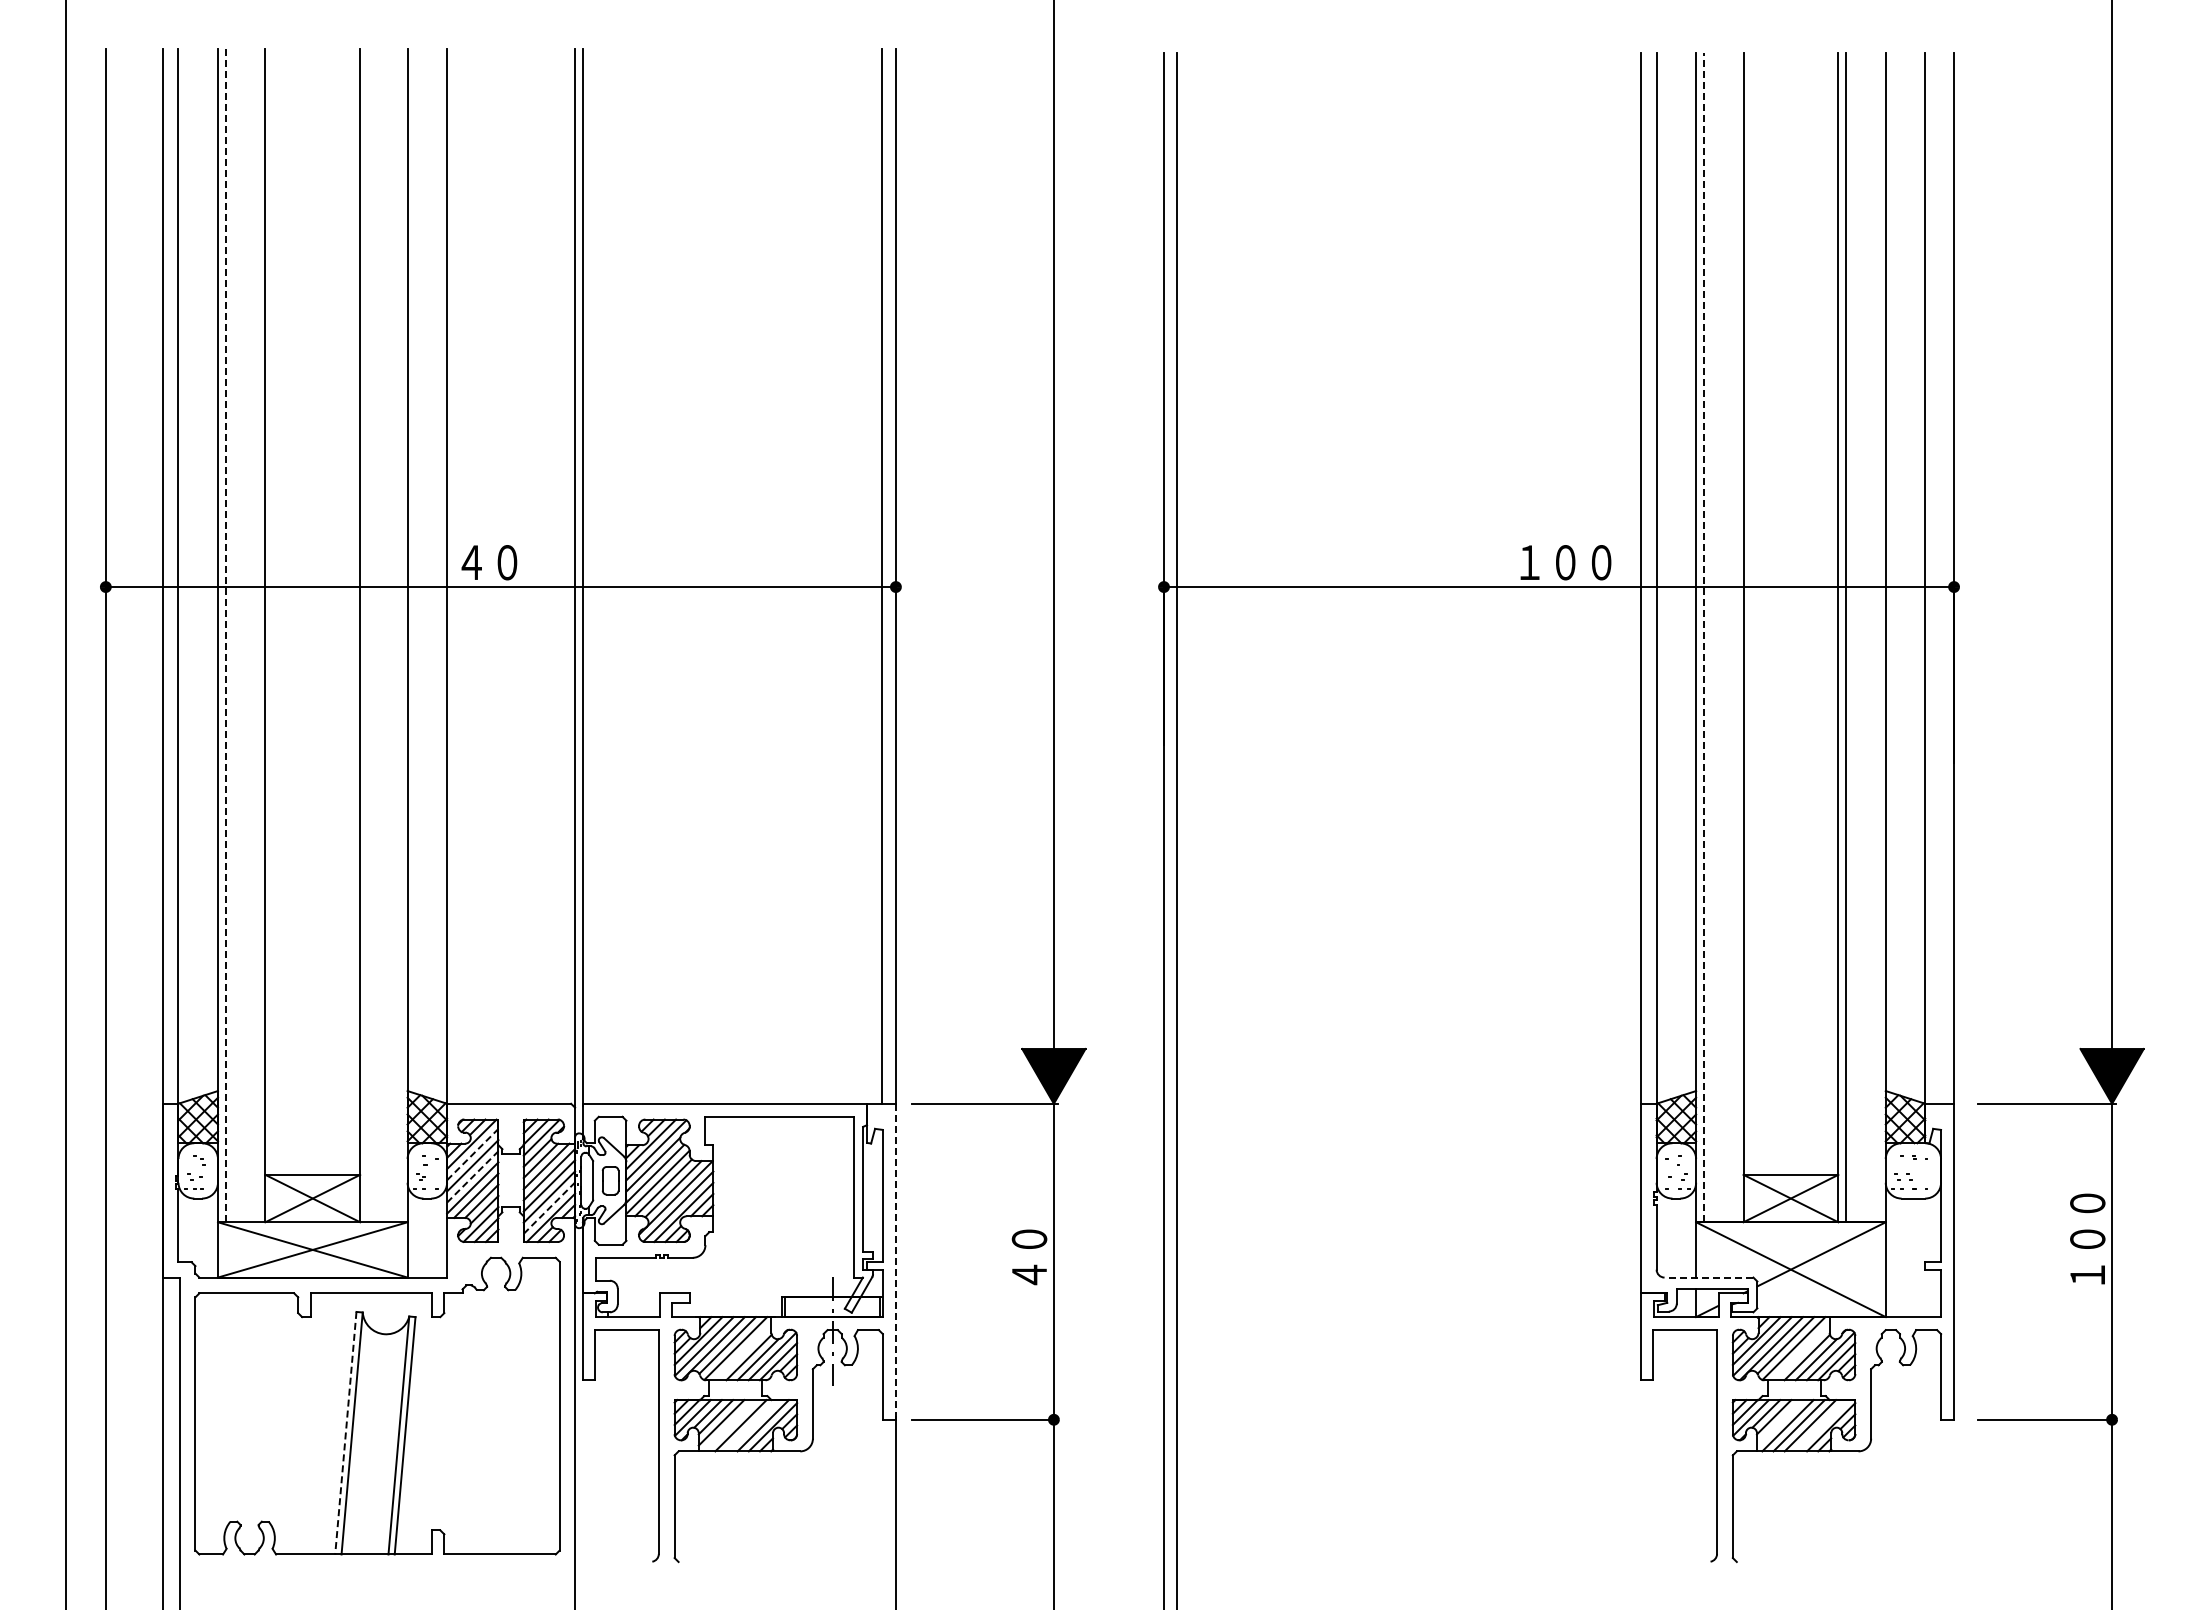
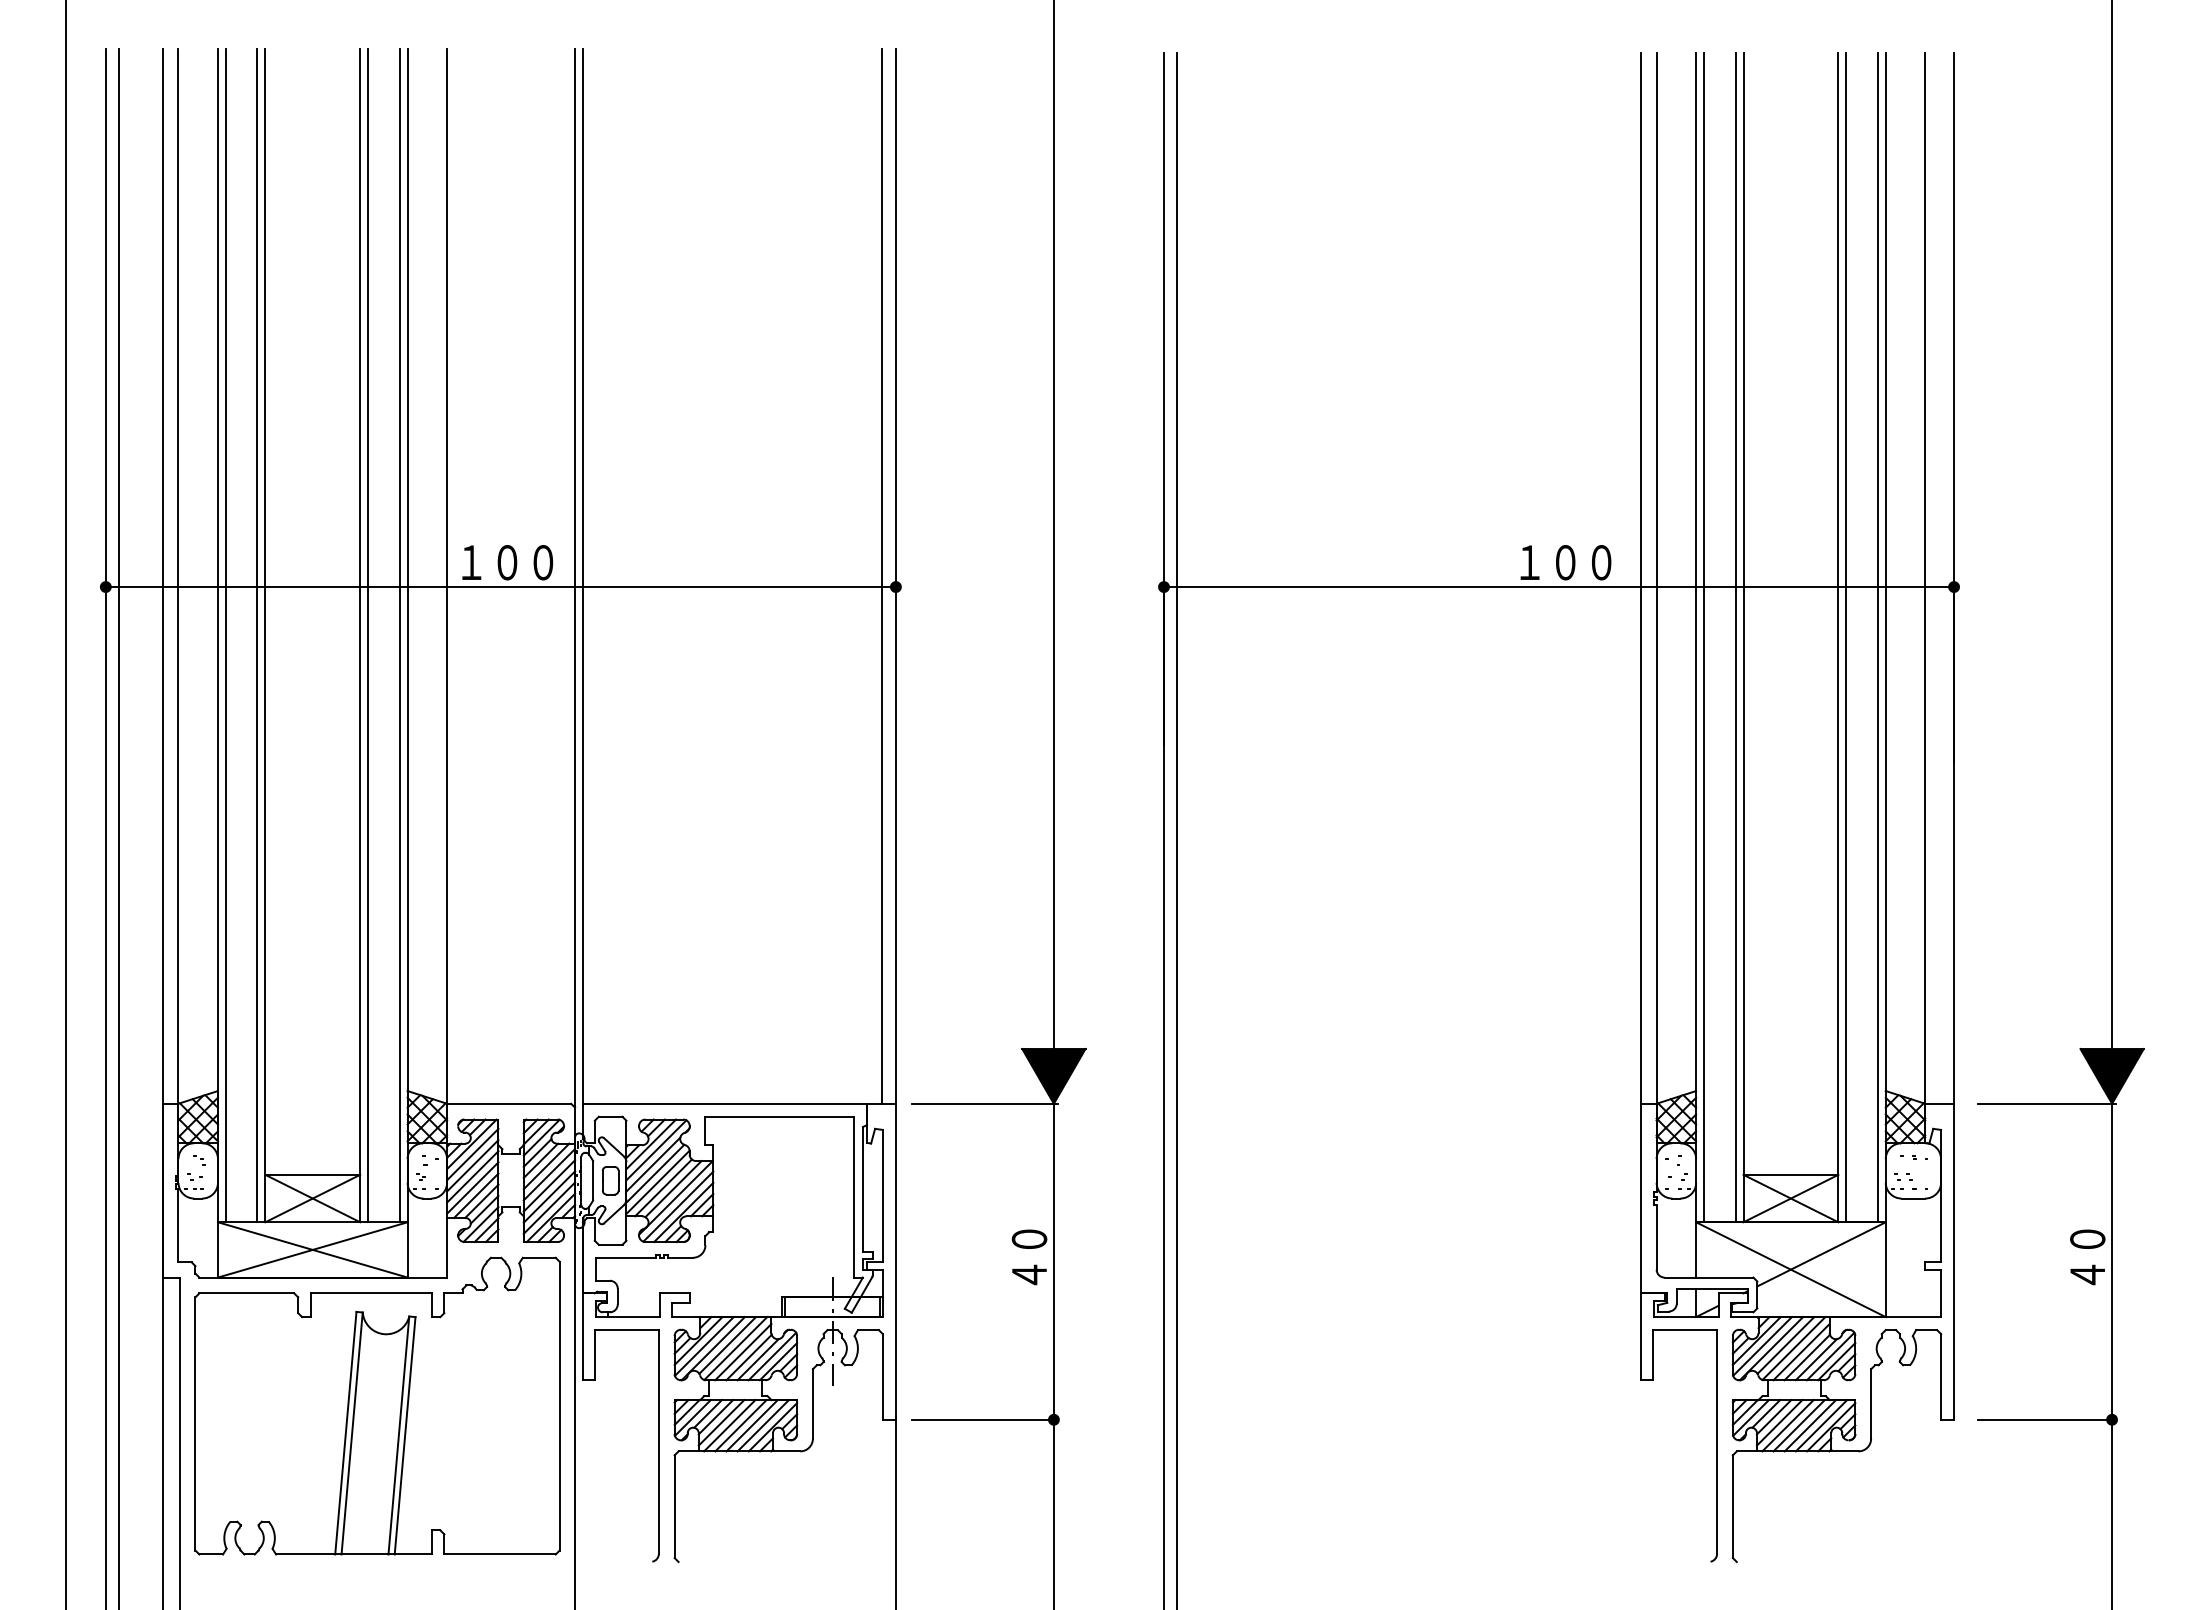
text at (507, 562): ４０ -> １００
line at (225, 635): dashed -> solid
line at (257, 635): none -> present
line at (368, 635): none -> present
line at (399, 635): none -> present
line at (1704, 637): dashed -> solid
line at (1735, 637): none -> present
line at (1877, 637): none -> present
line at (118, 827): none -> present
line at (473, 1154): dashed -> solid
line at (473, 1176): dashed -> solid
line at (549, 1207): dashed -> solid
text at (2087, 1239): １００ -> ４０
line at (895, 1262): dashed -> solid
line at (1708, 1277): dashed -> solid
line at (743, 1352): none -> present
line at (1801, 1352): none -> present
line at (1779, 1422): none -> present
line at (729, 1425): none -> present
line at (751, 1425): none -> present
line at (1821, 1425): none -> present
line at (345, 1433): dashed -> solid
